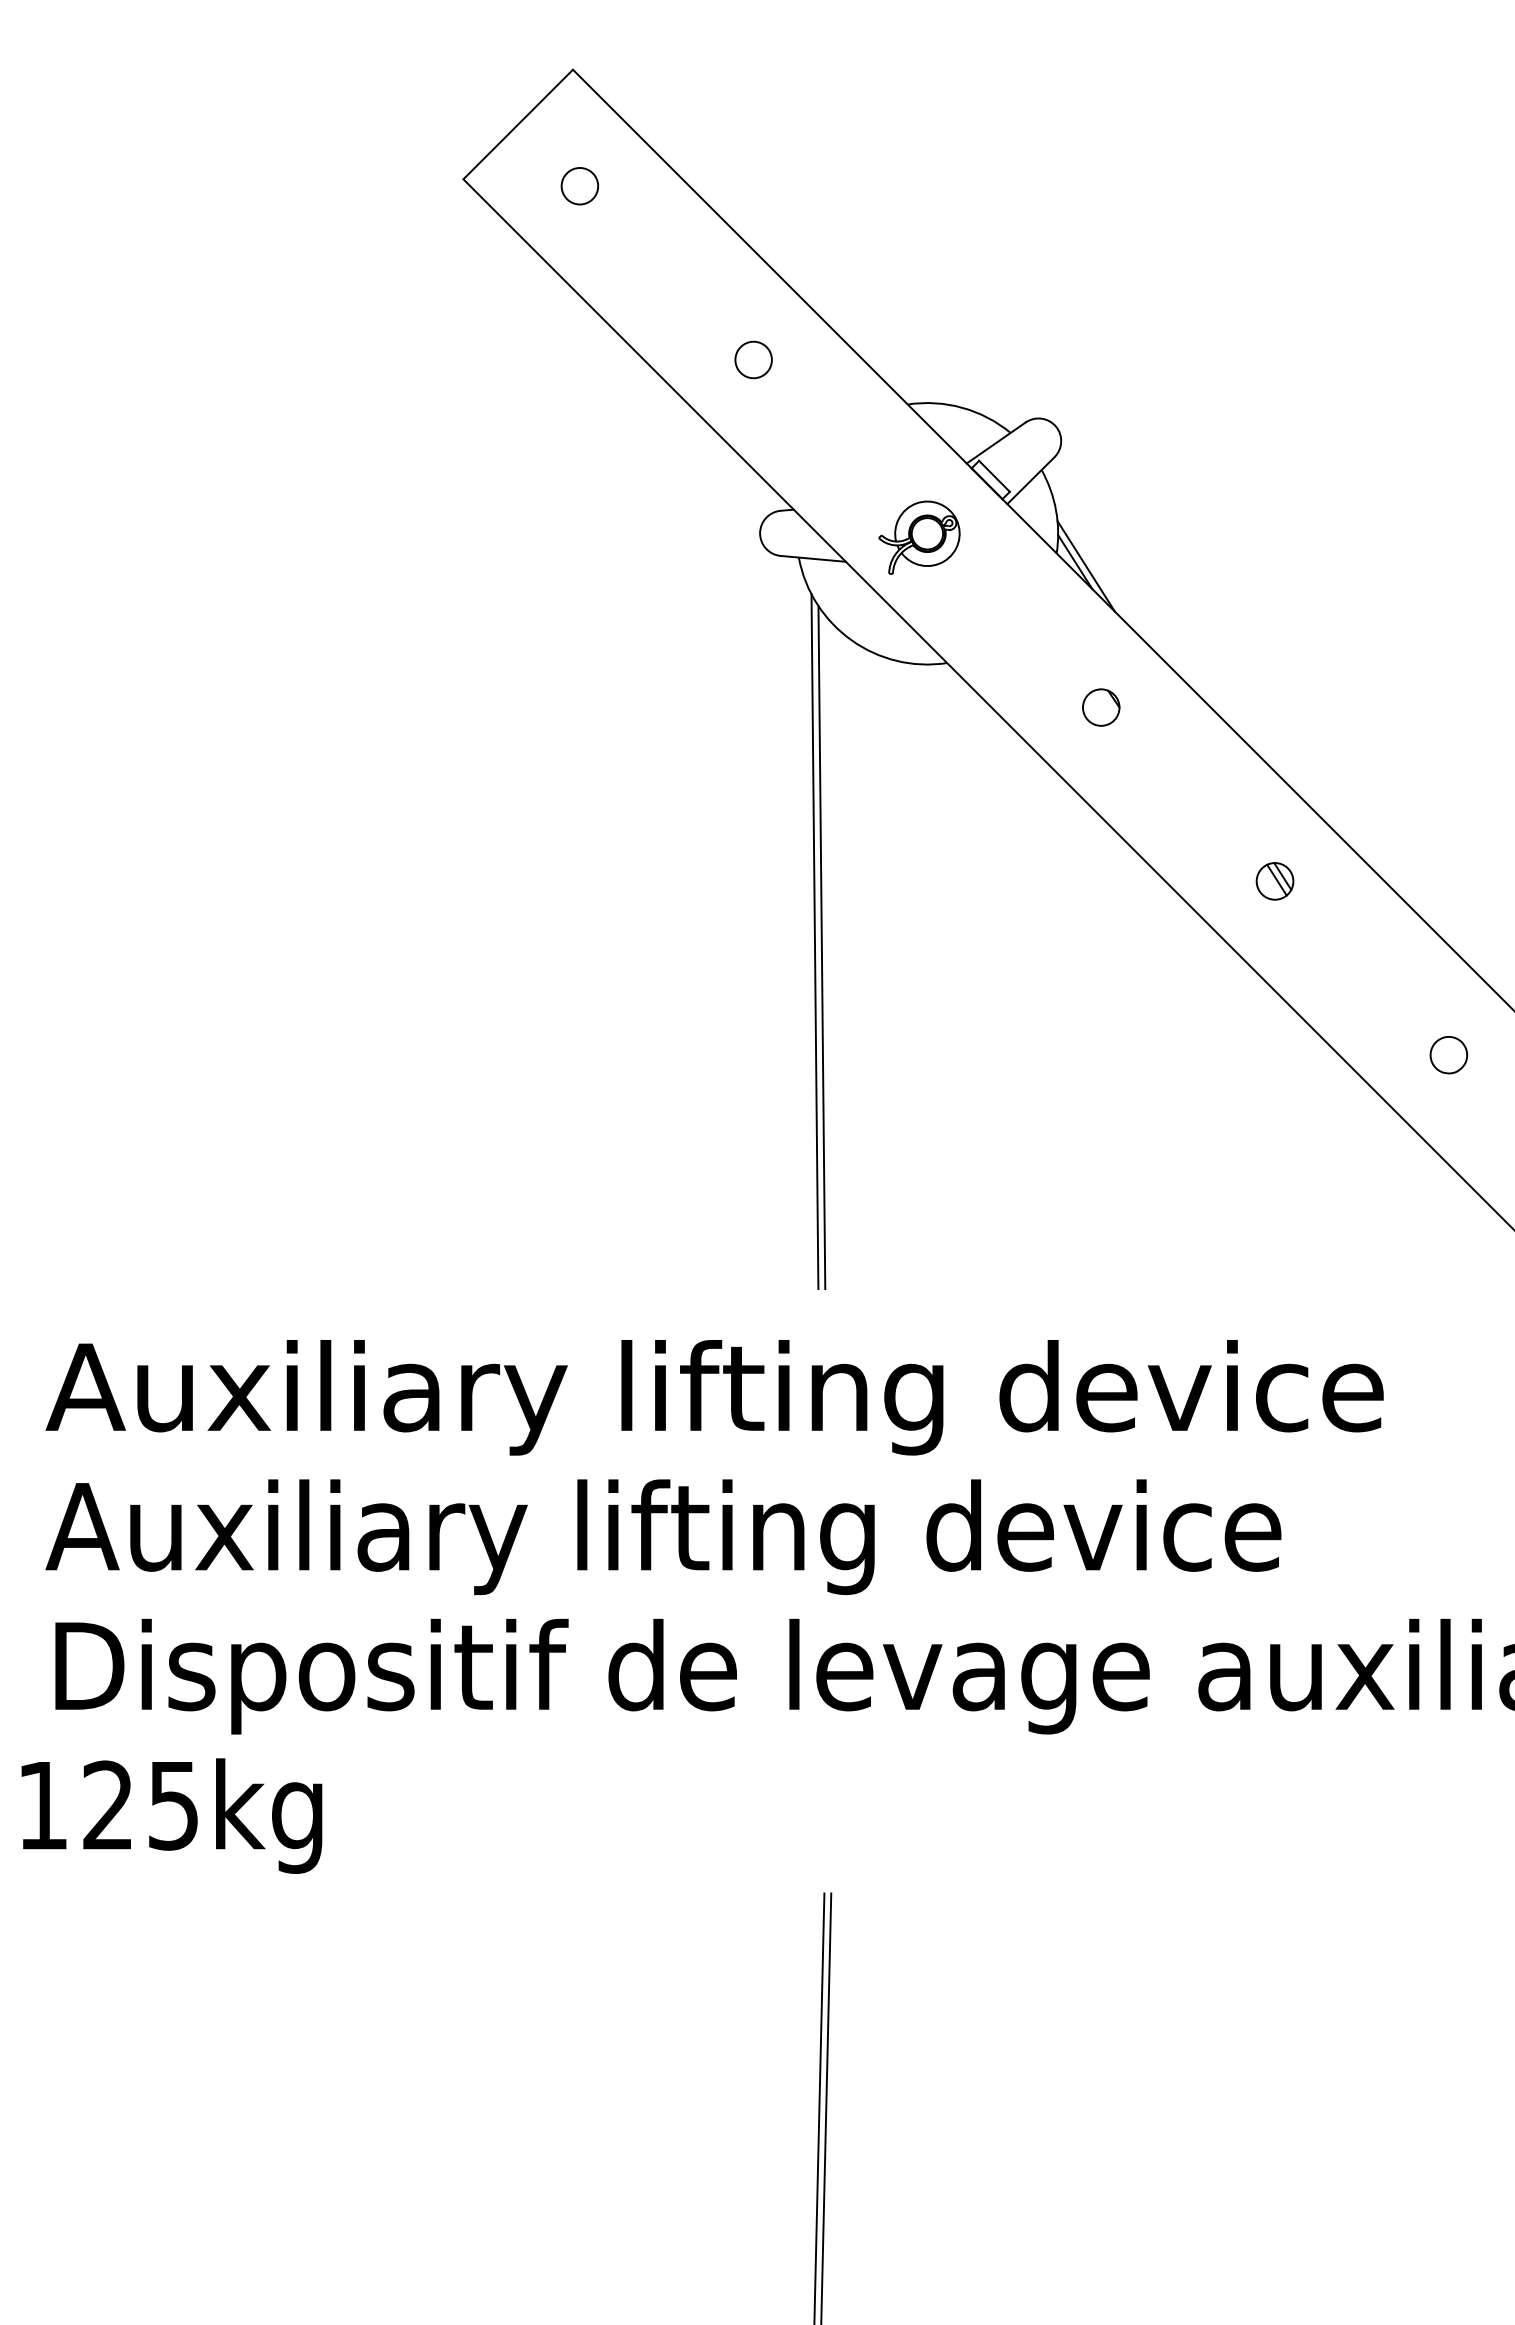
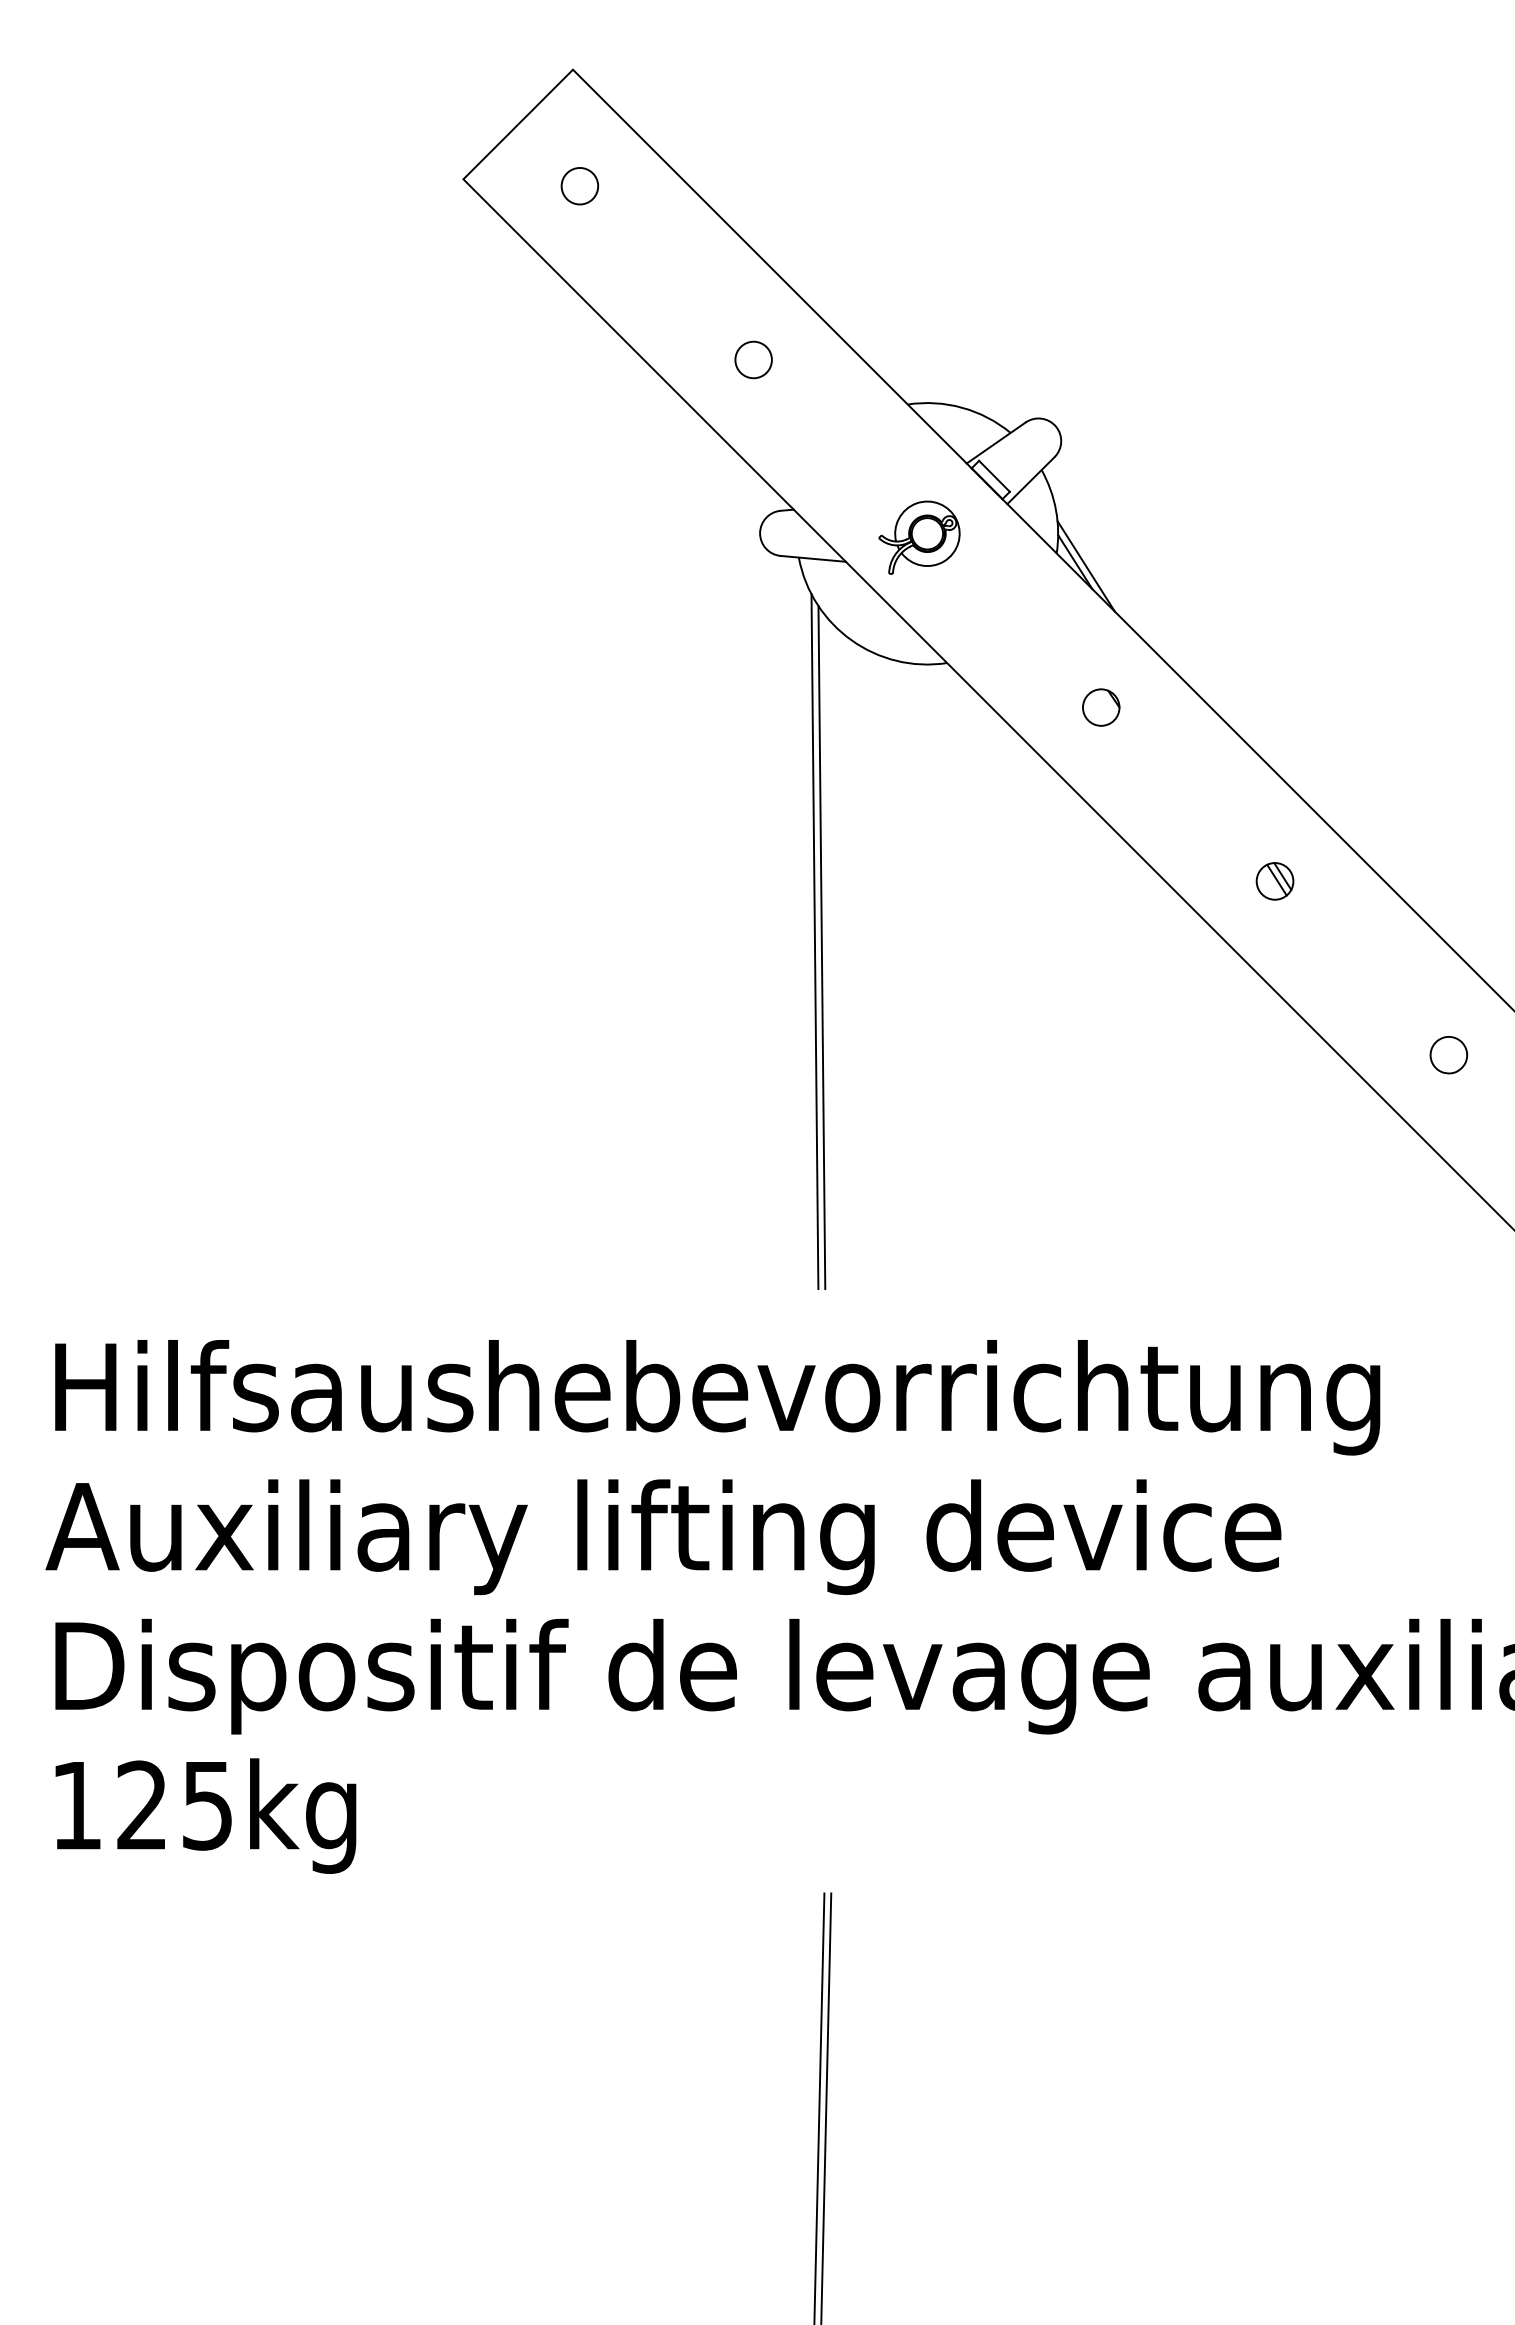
text at (714, 1397): Auxiliary lifting device -> Hilfsaushebevorrichtung
text at (171, 1815) position: (171, 1815) -> (205, 1815)
